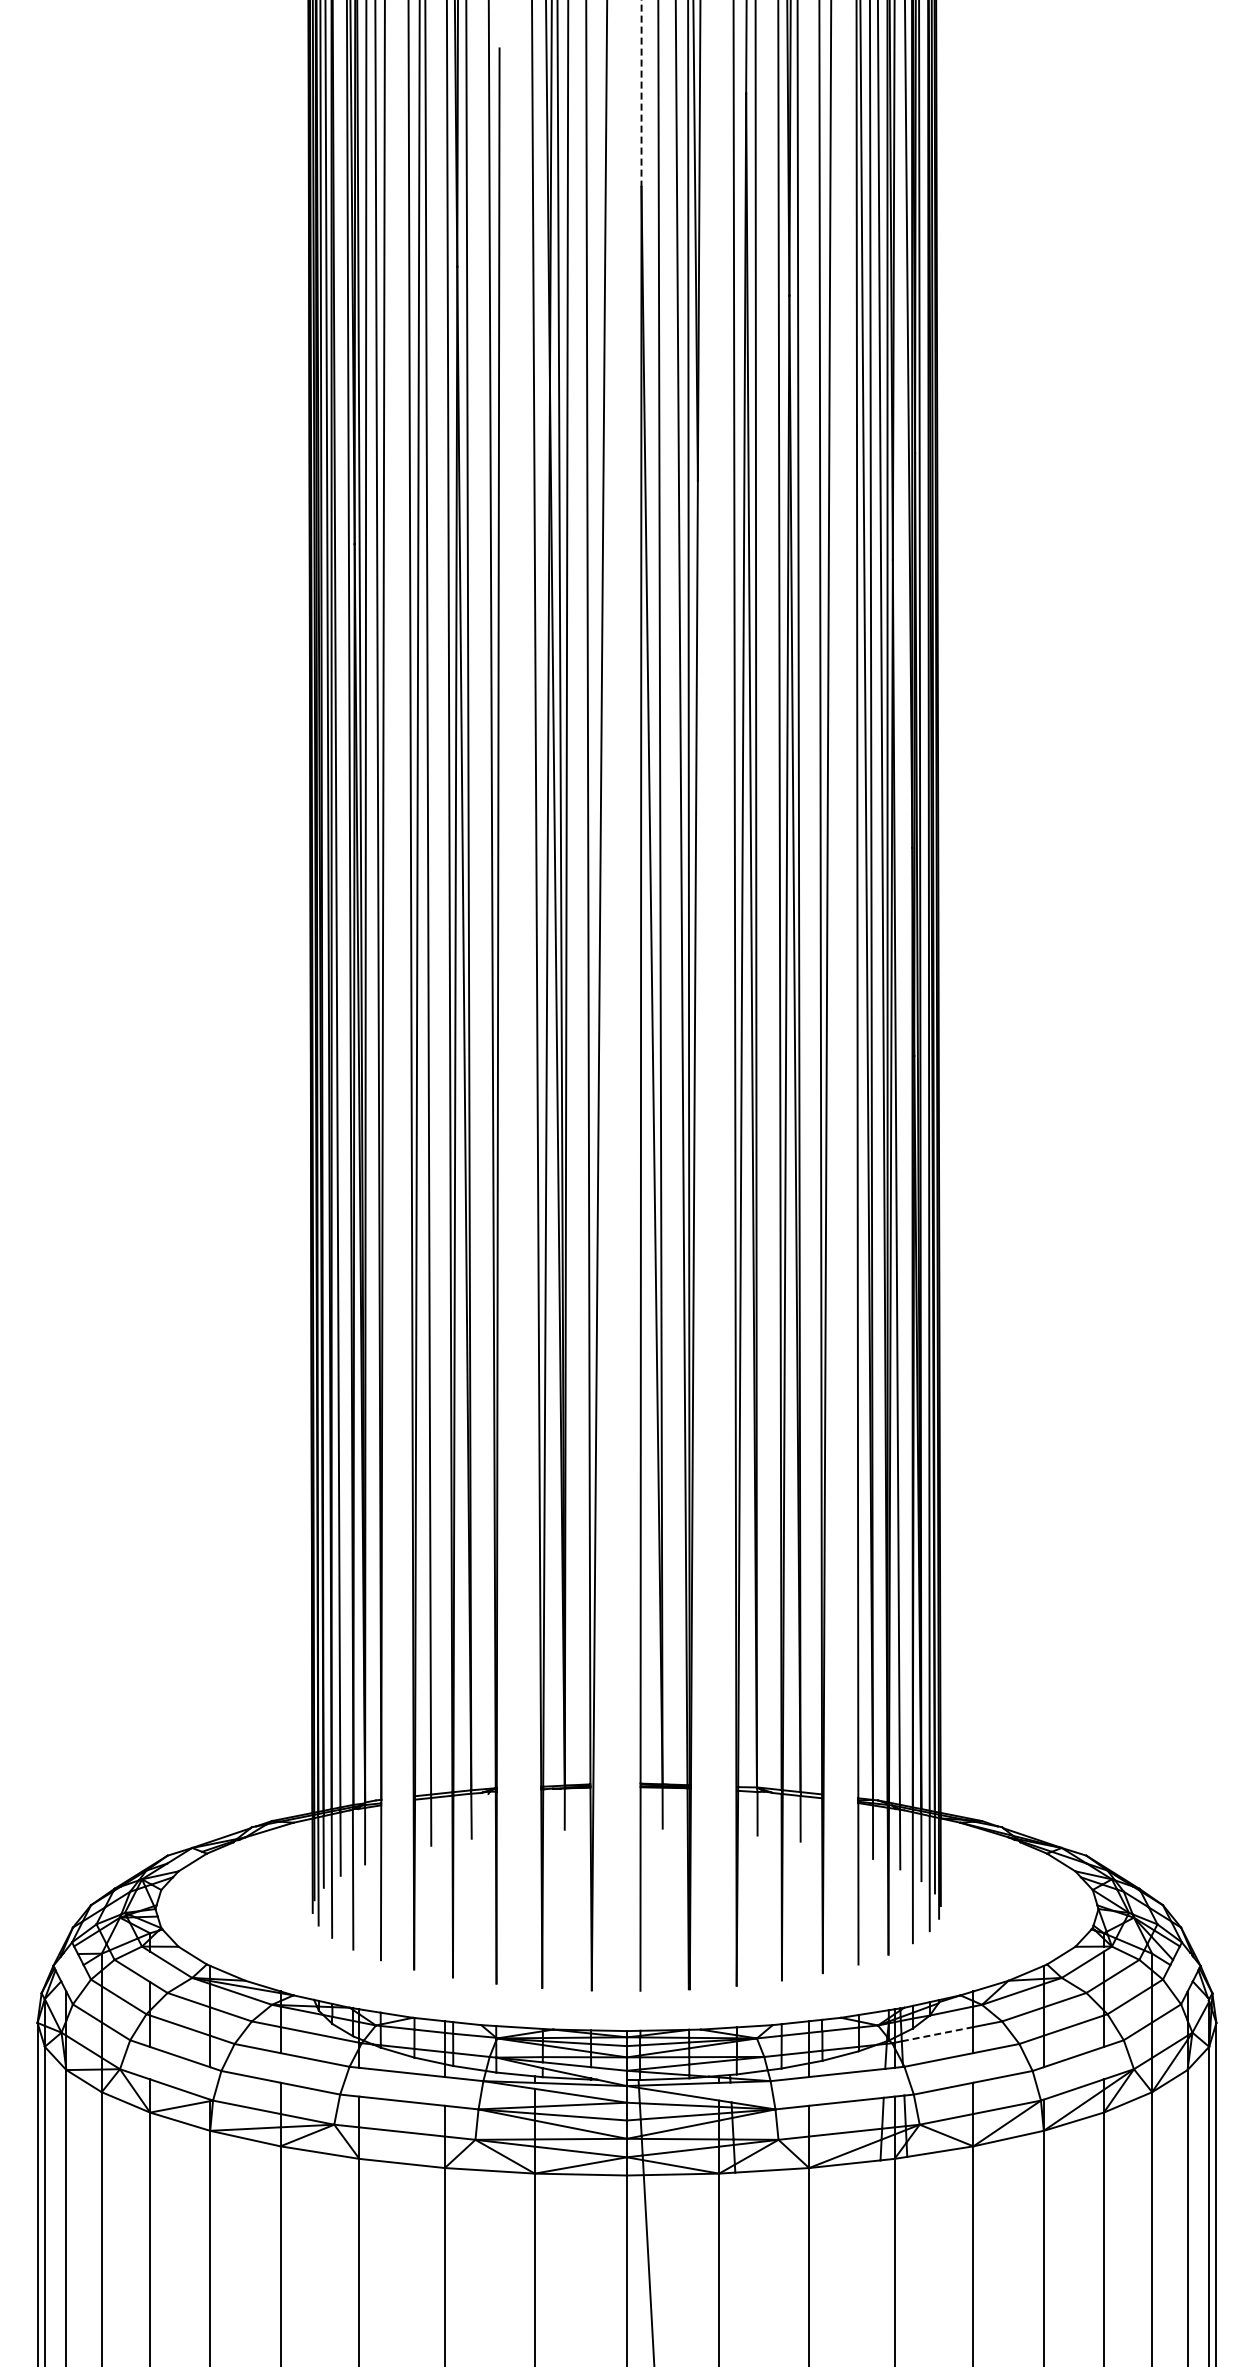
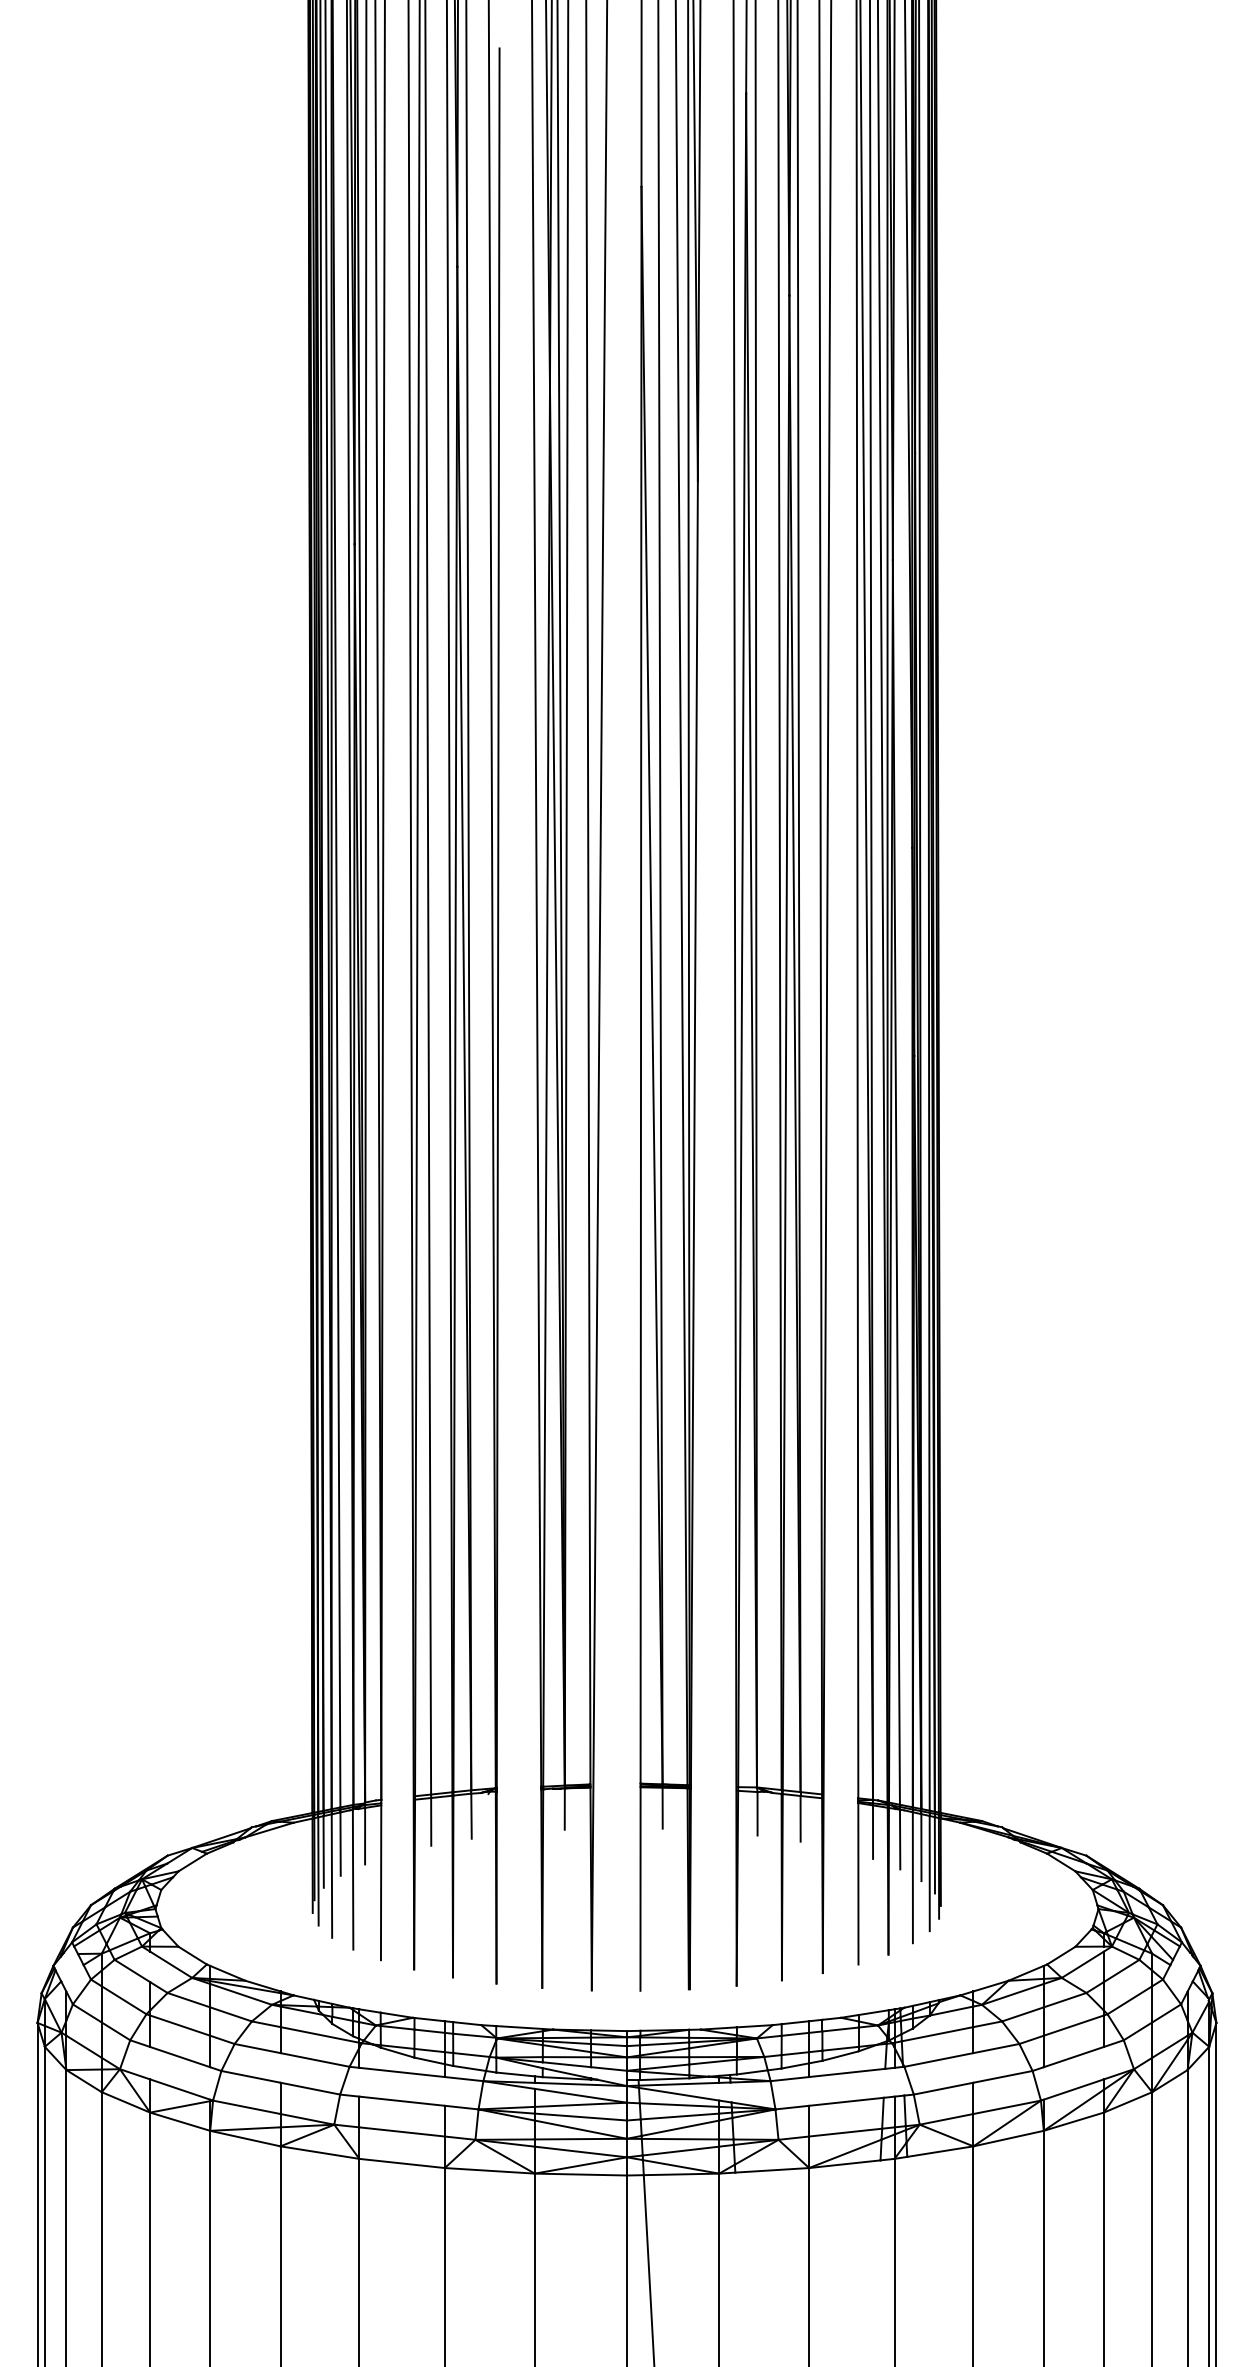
line at (641, 93): dashed -> solid
line at (937, 2034): dashed -> solid
